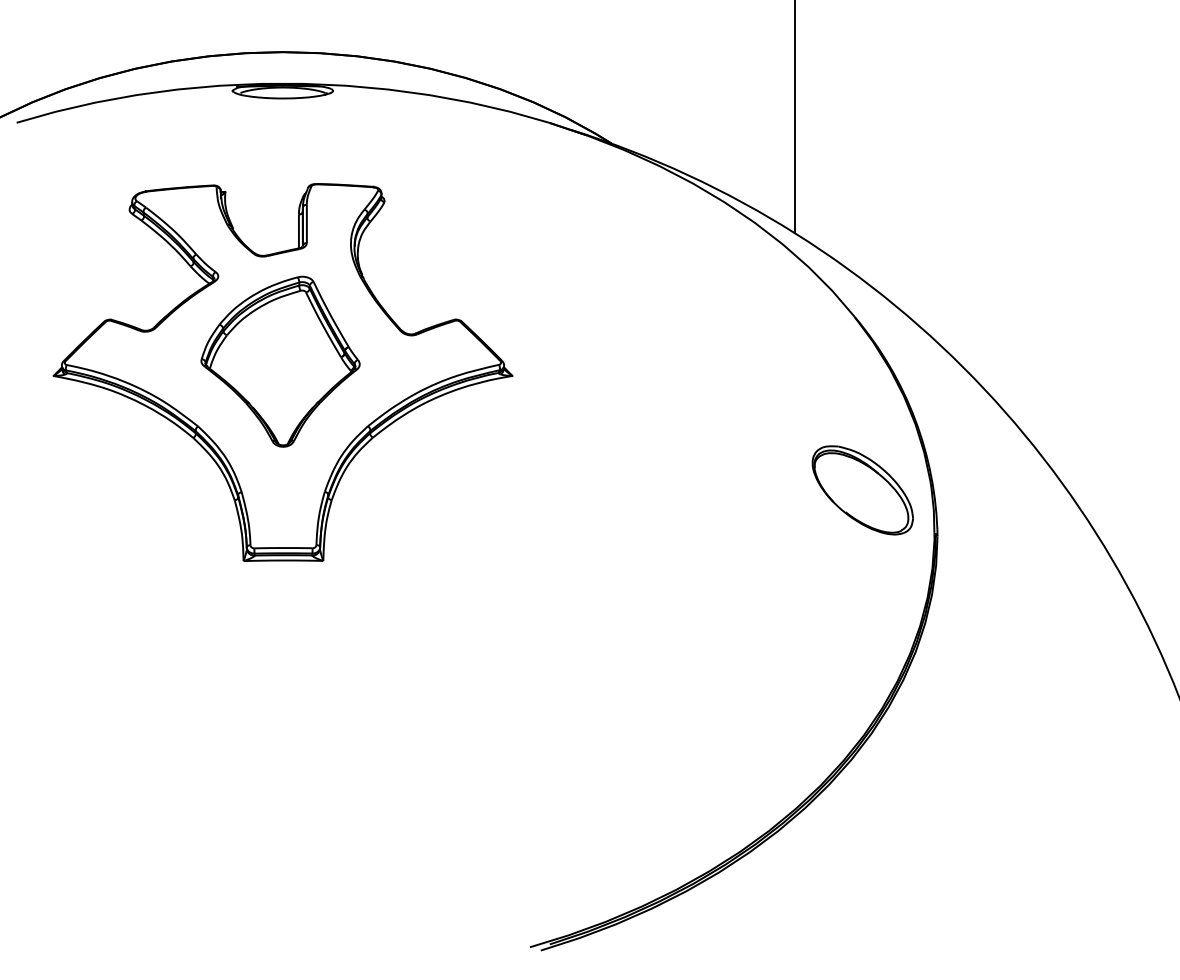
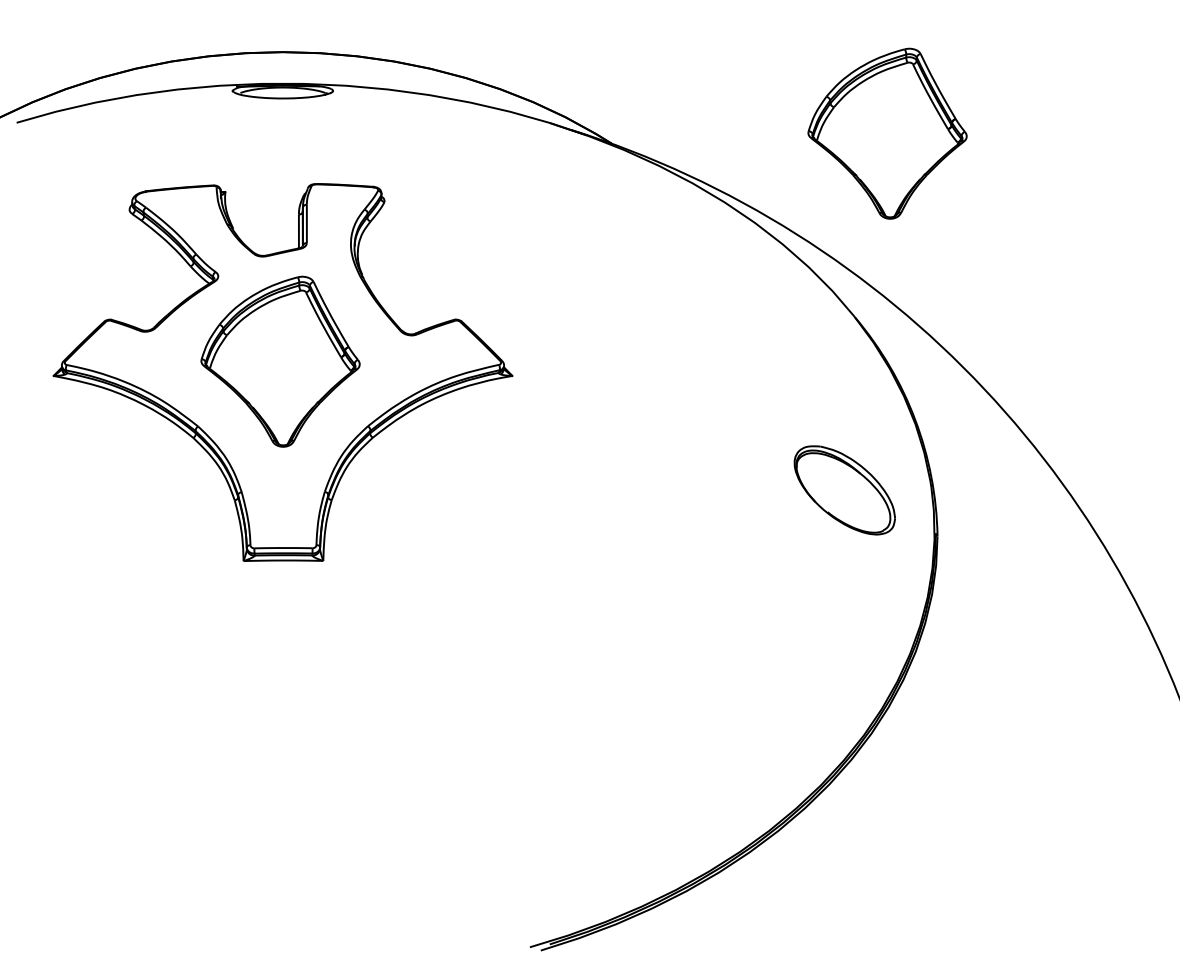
line at (795, 117): present -> none
part at (887, 133): none -> present
part at (862, 490) position: (862, 490) -> (844, 490)
